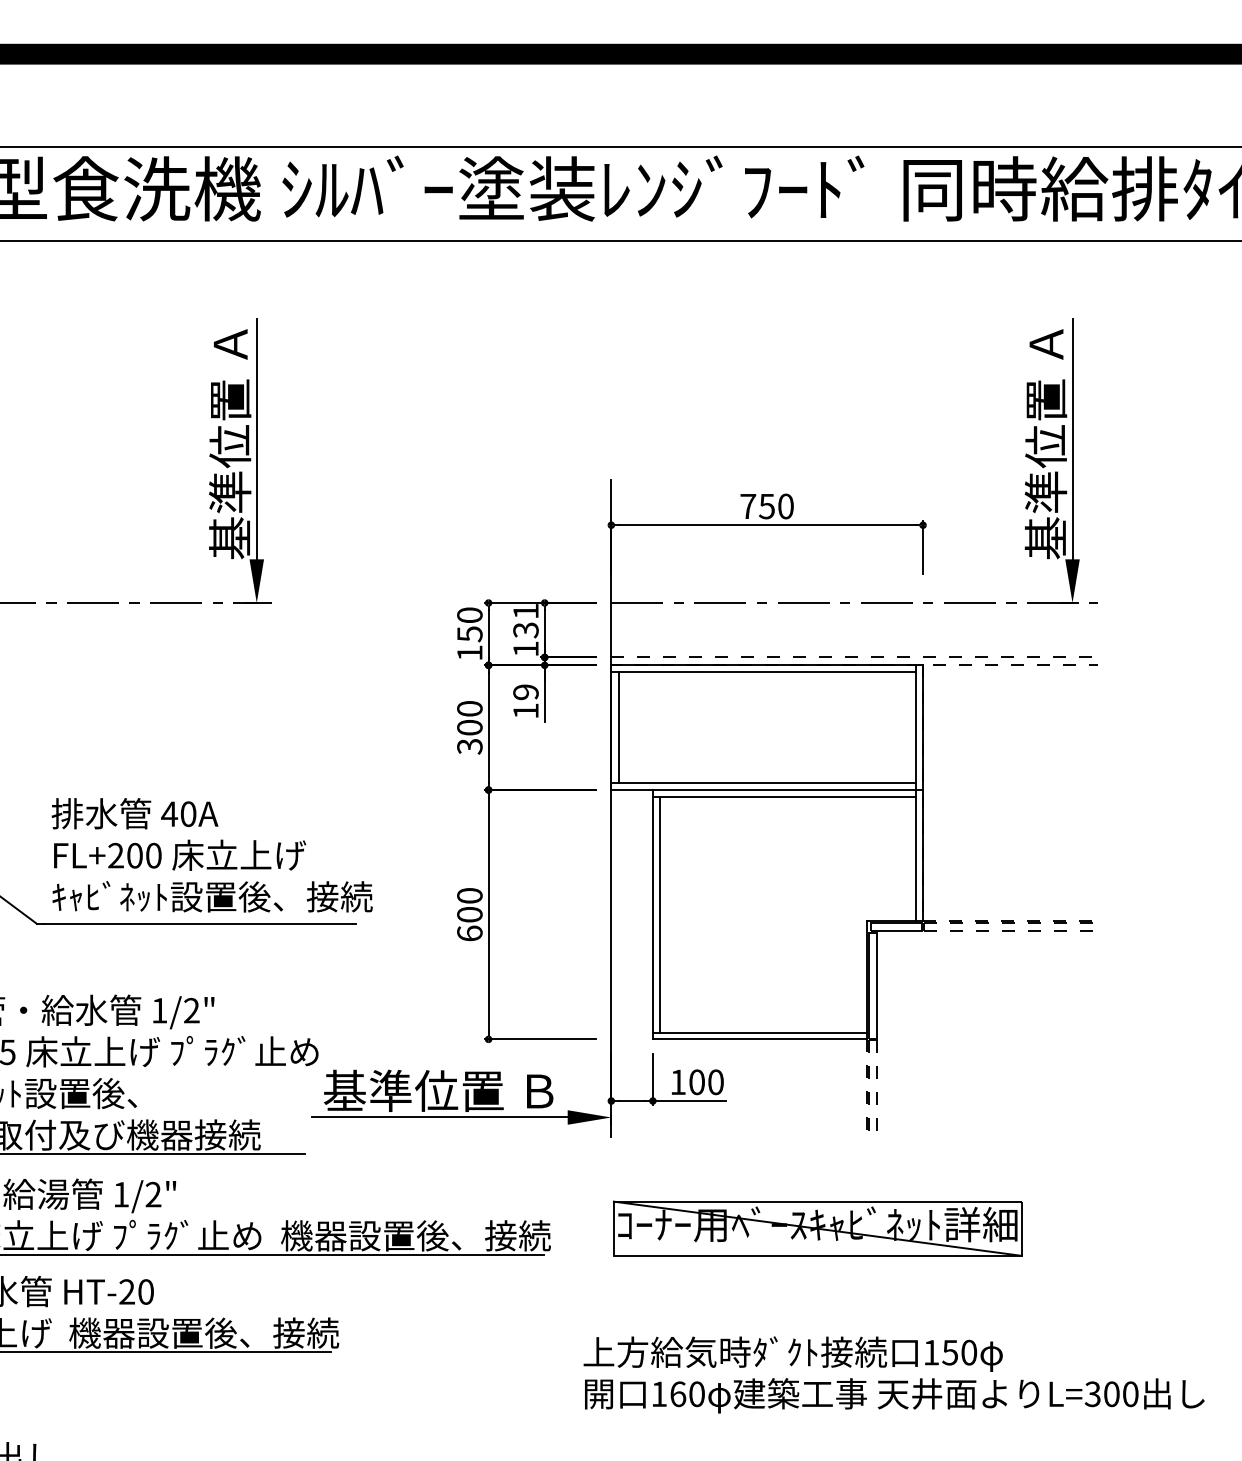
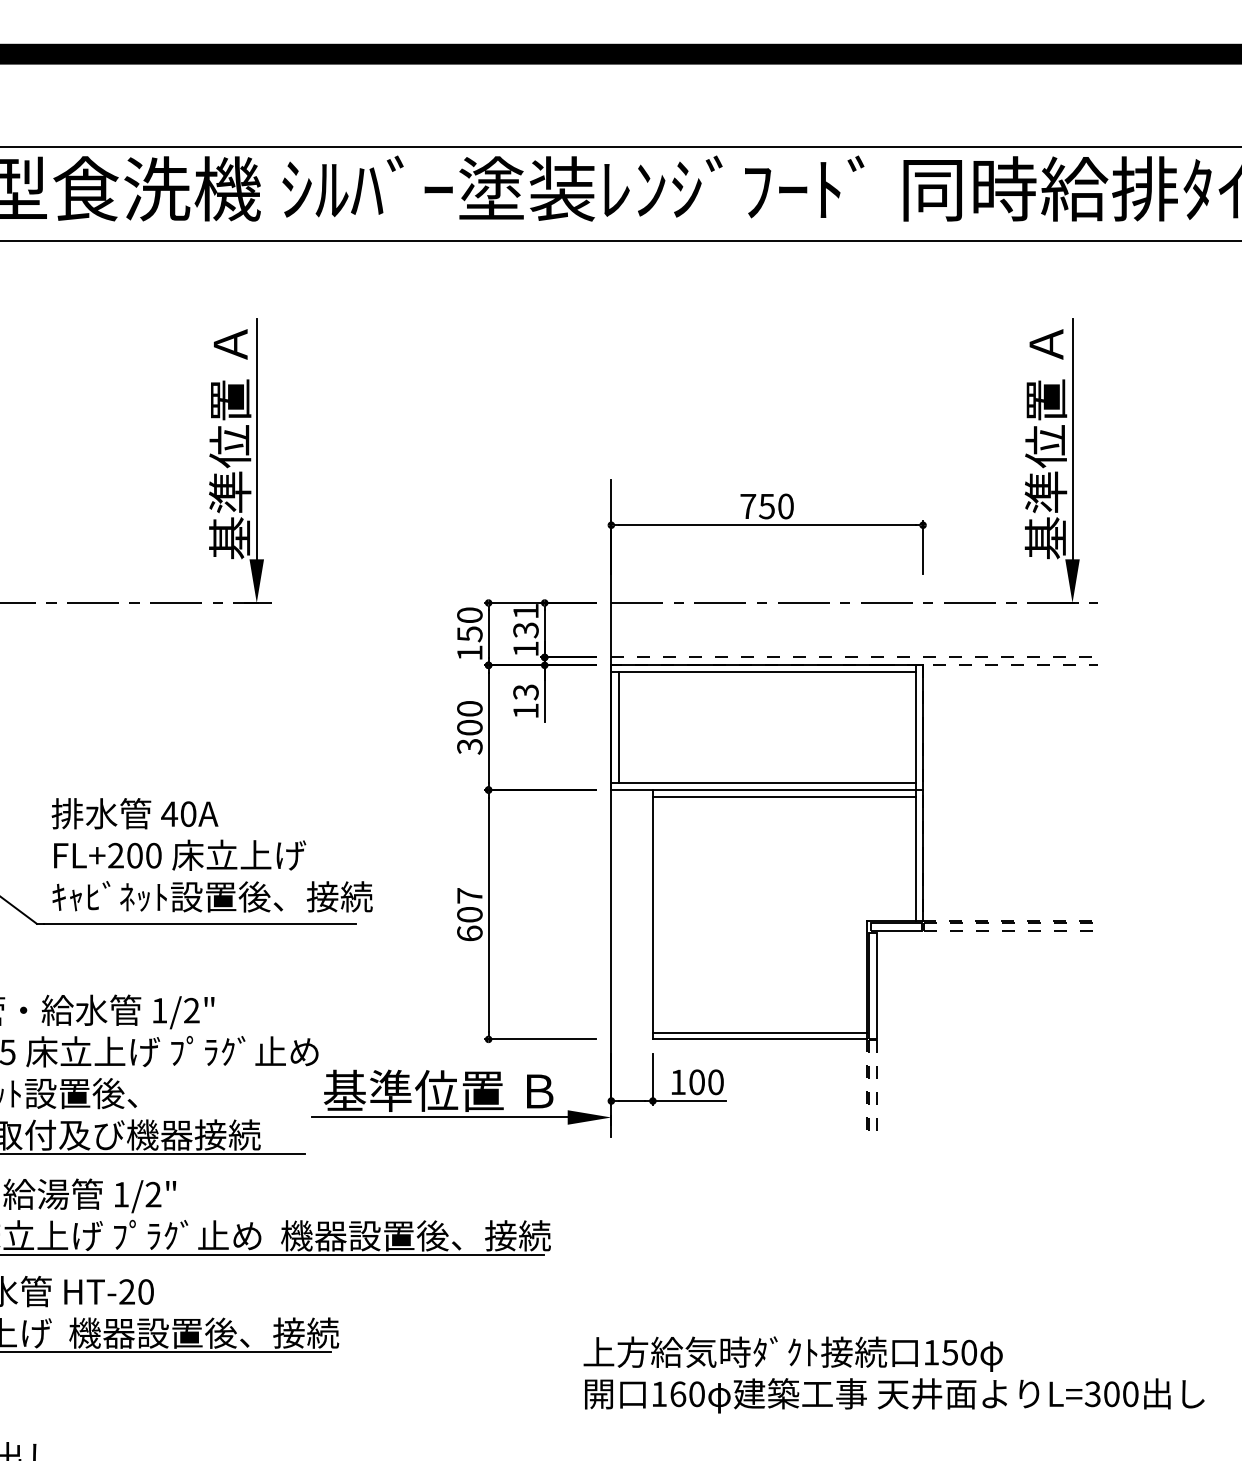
text at (525, 692): 19 -> 13
text at (469, 895): 600 -> 607
line at (659, 914): present -> none
part at (817, 1228): present -> none
